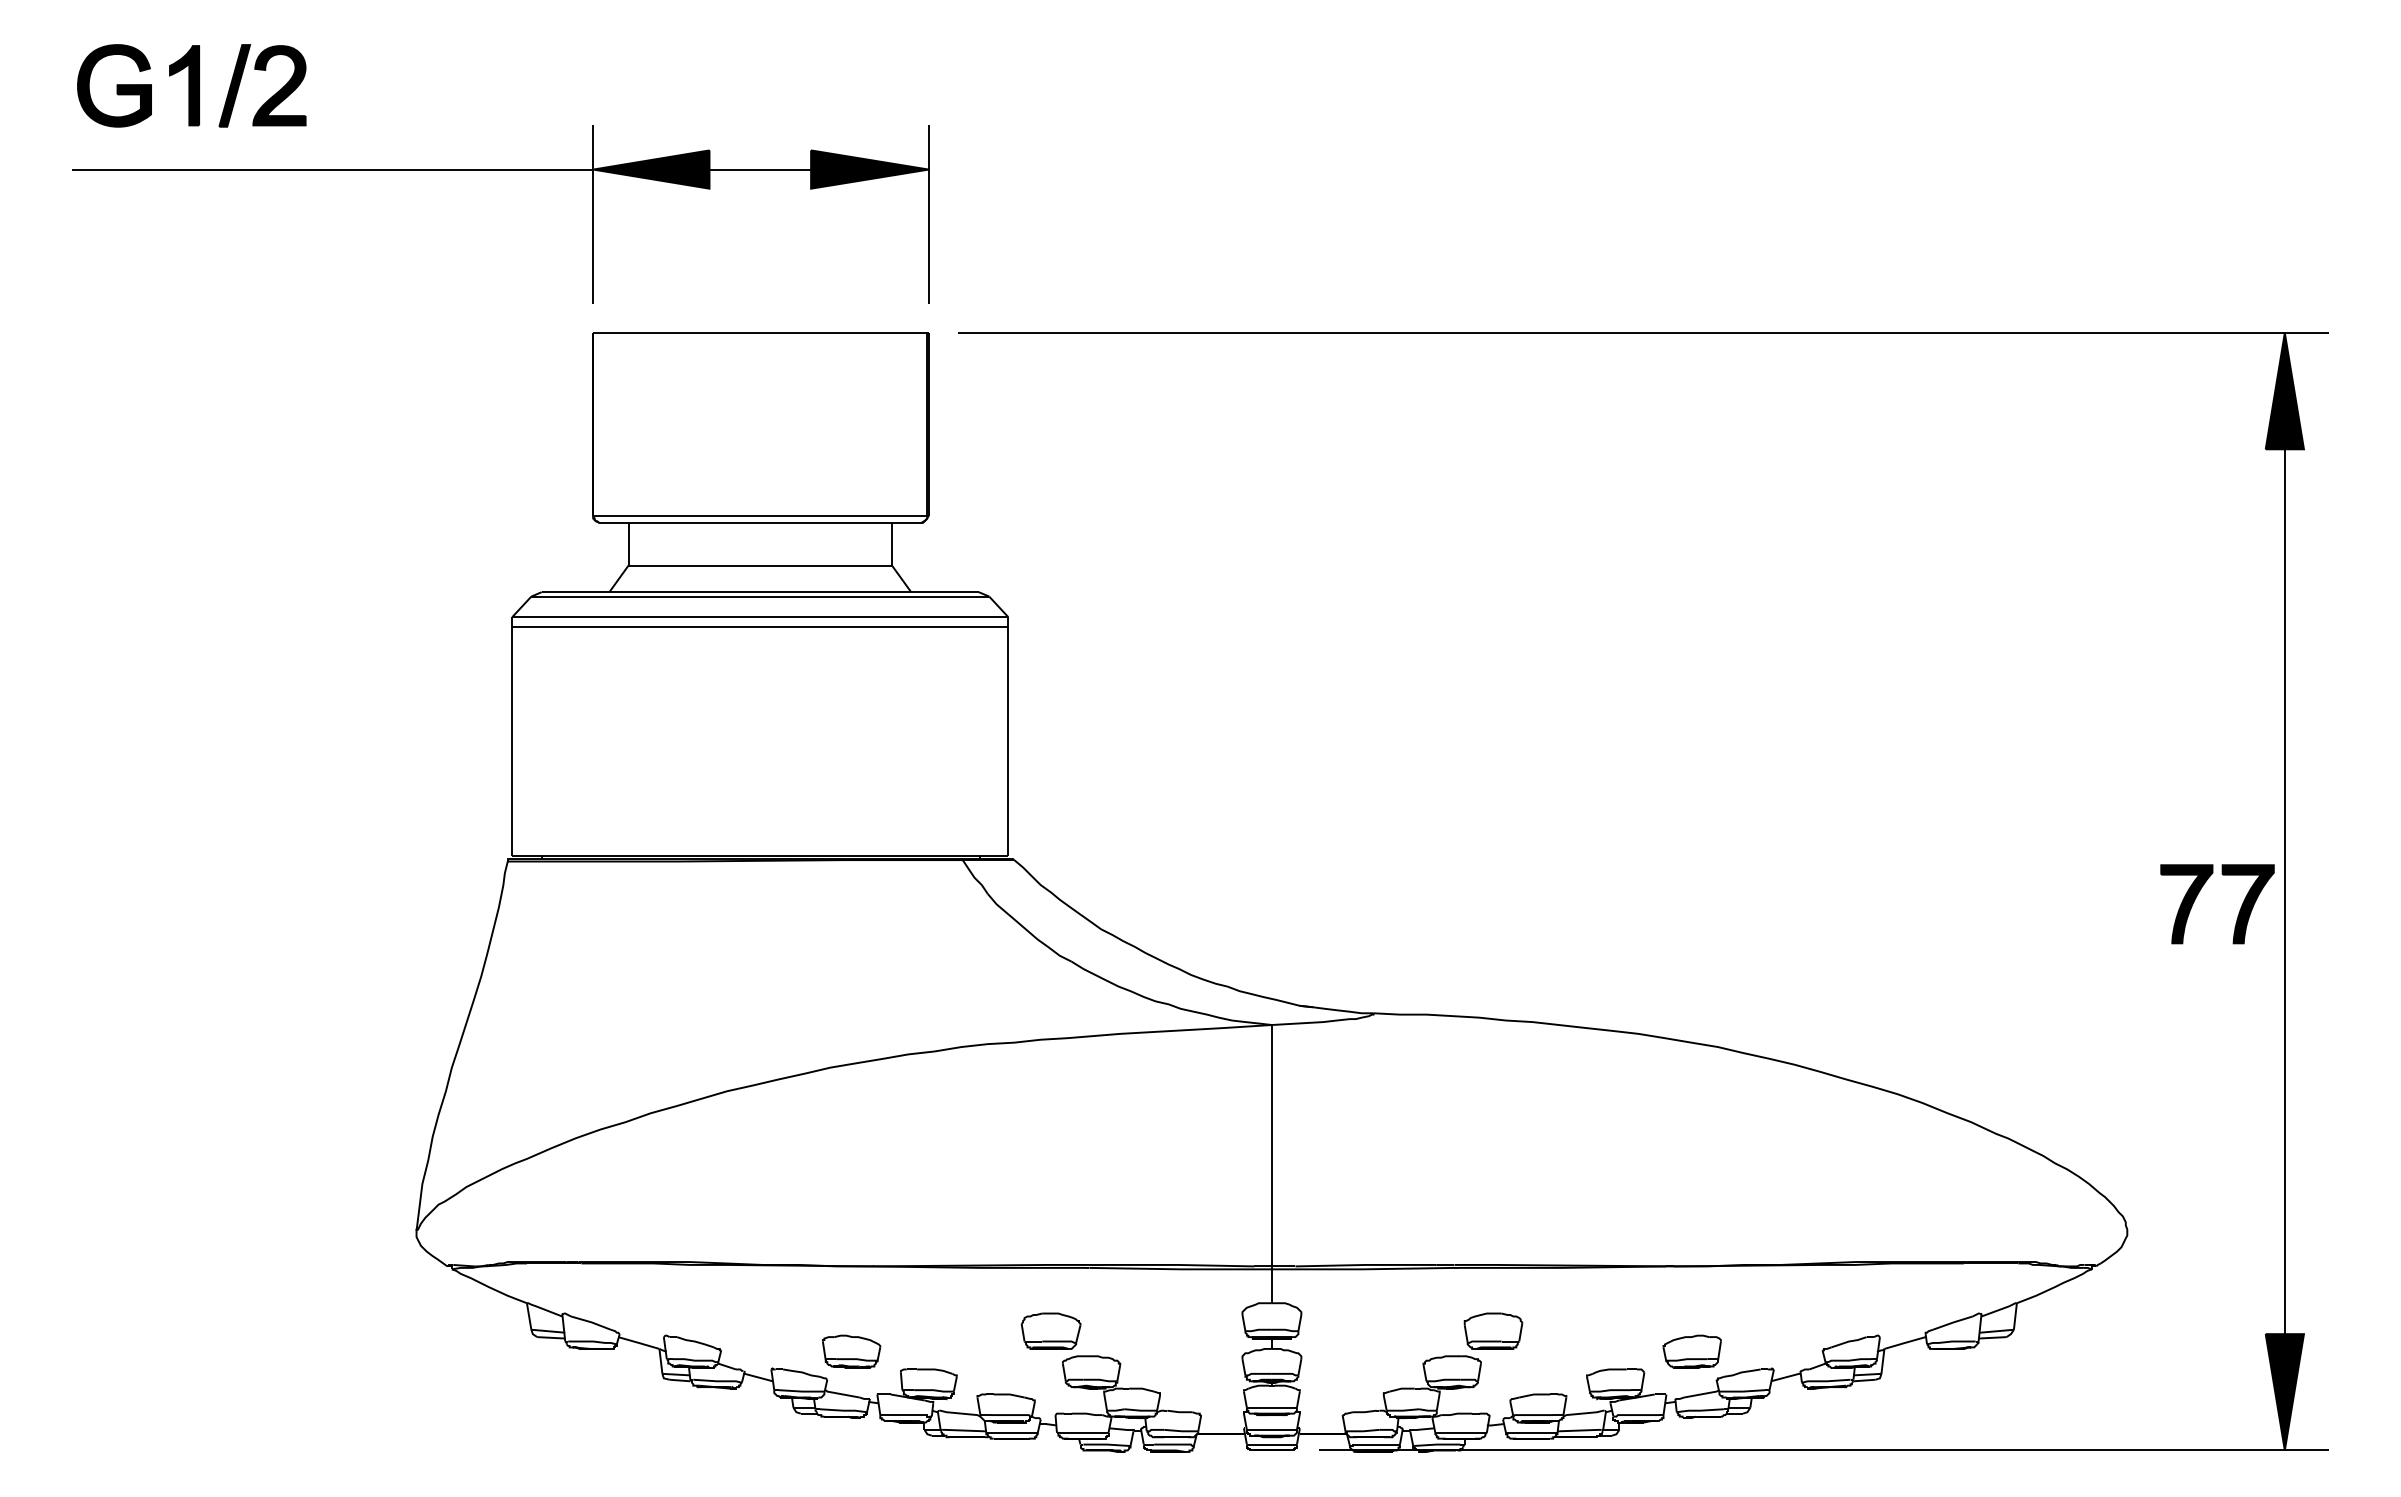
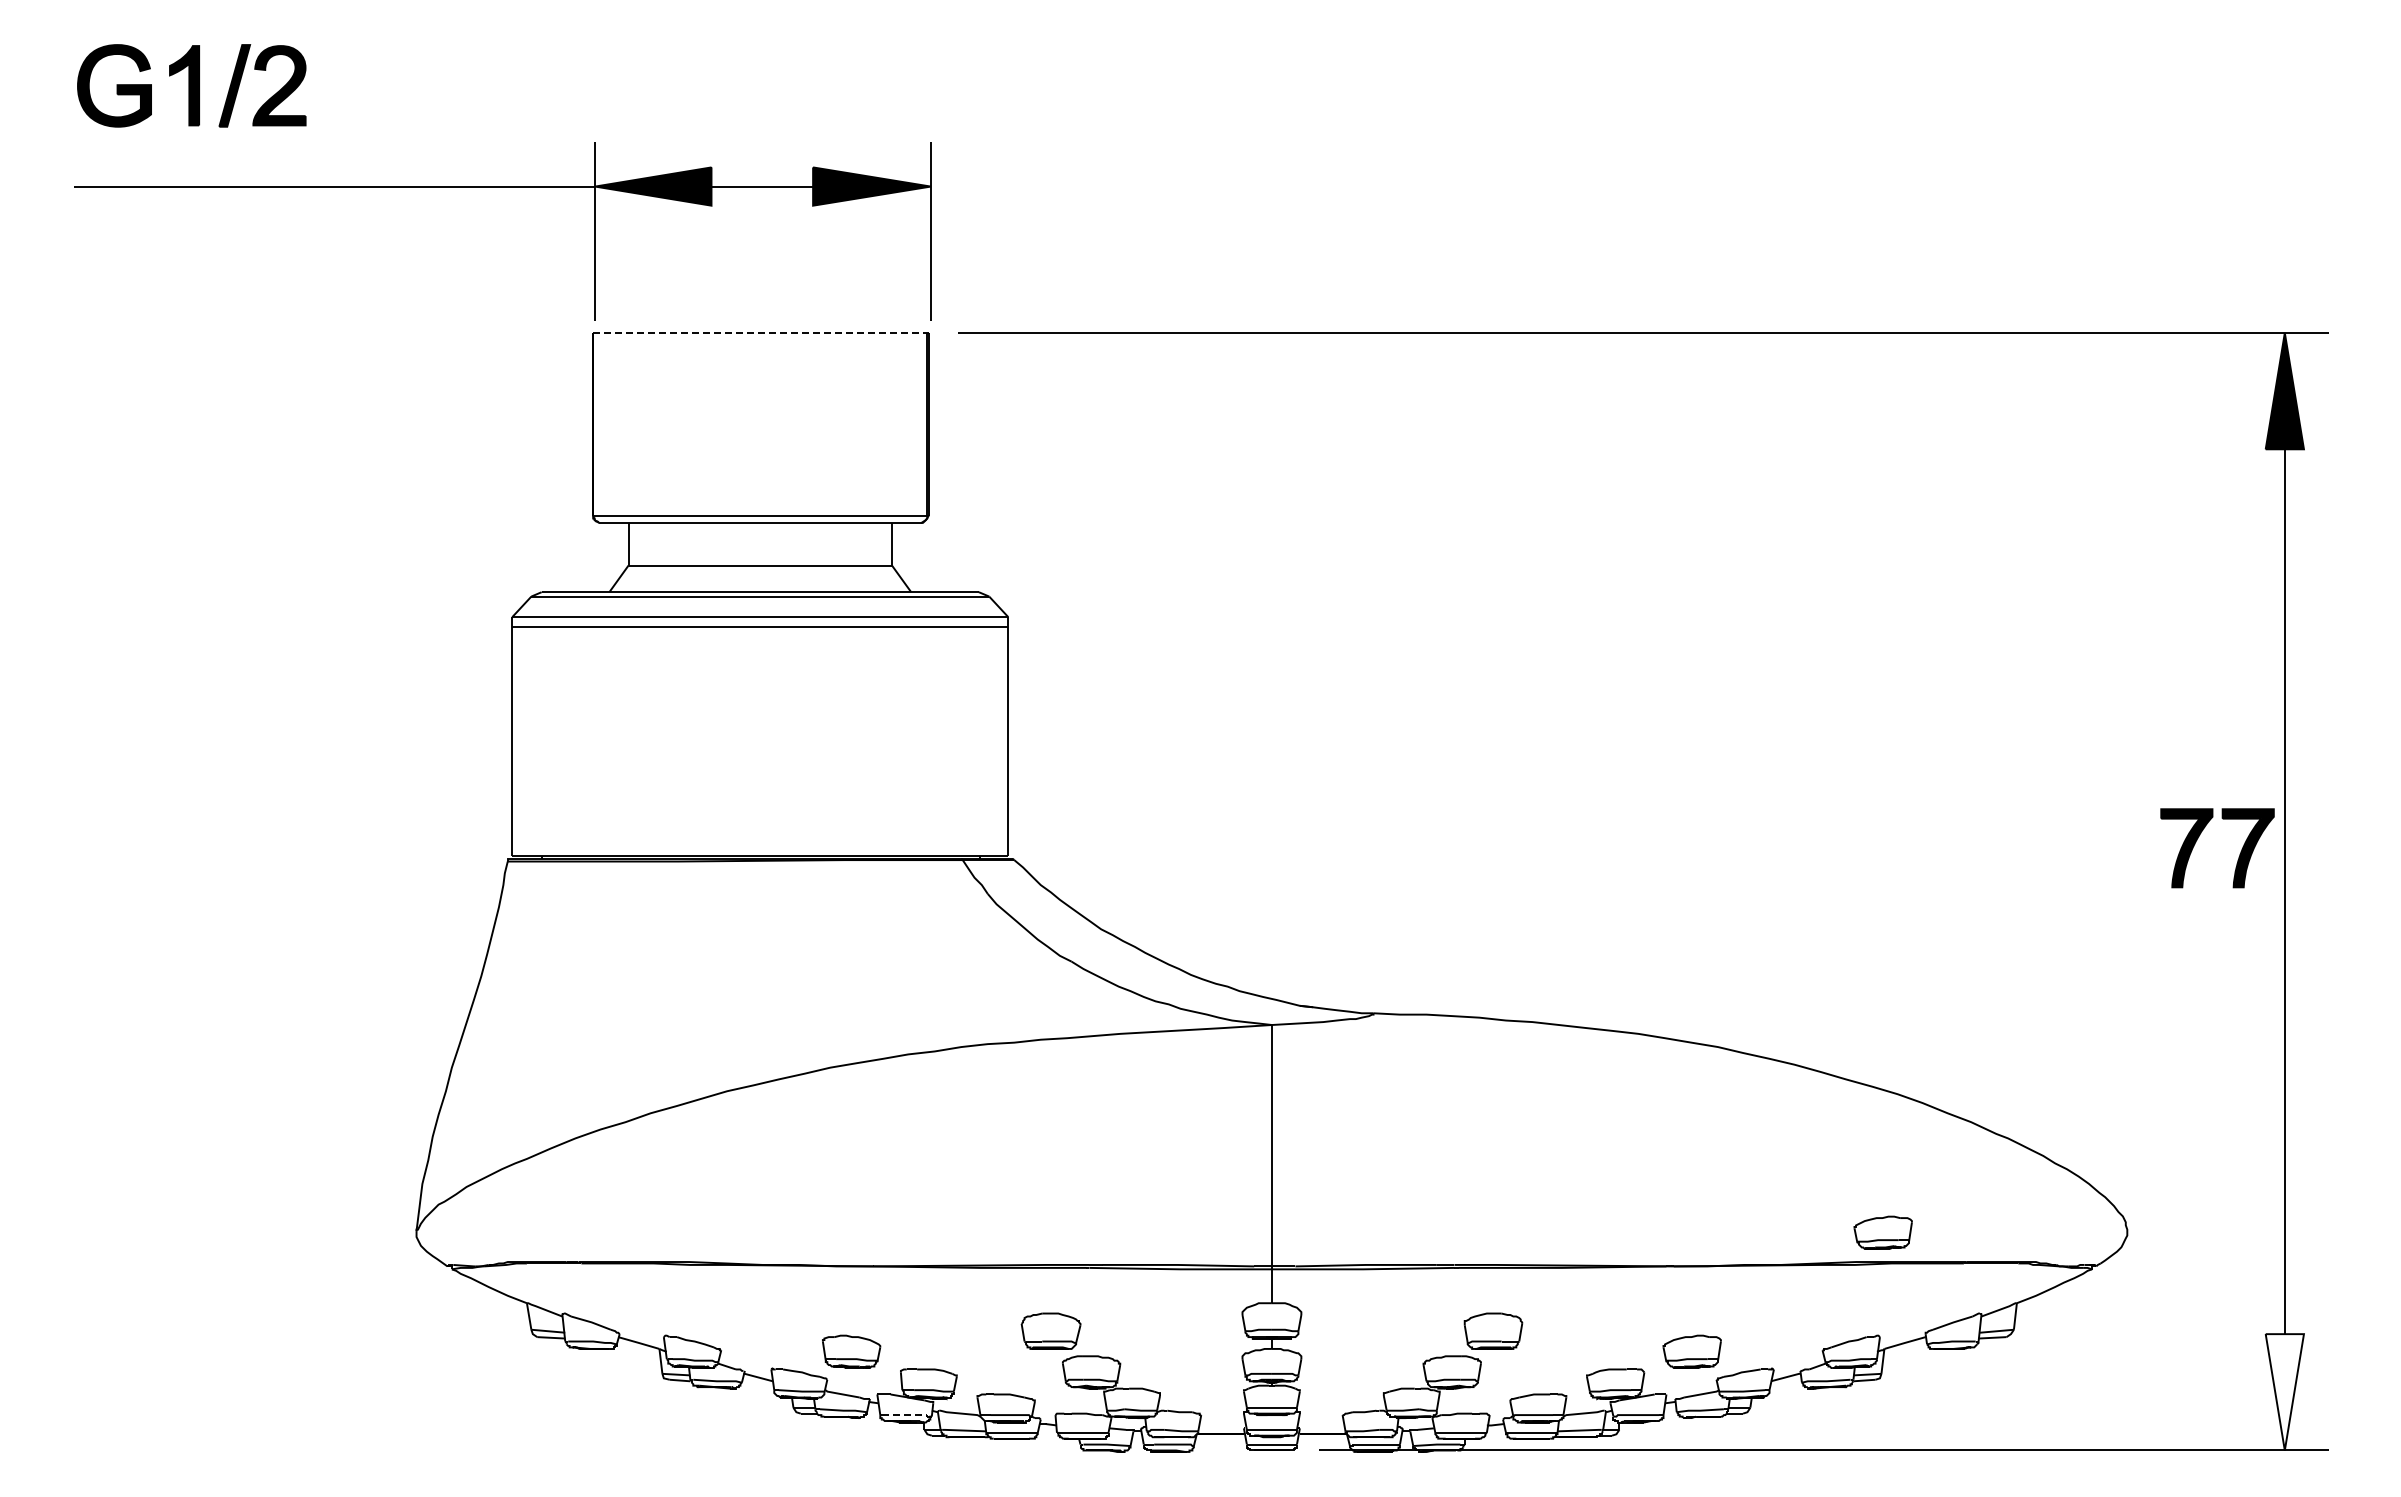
part at (500, 170) position: (500, 170) -> (502, 187)
line at (761, 333): solid -> dashed
part at (2200, 891) position: (2200, 891) -> (2200, 835)
part at (1882, 1232): none -> present
fill at (2284, 1392): present -> none
line at (910, 1415): solid -> dashed
